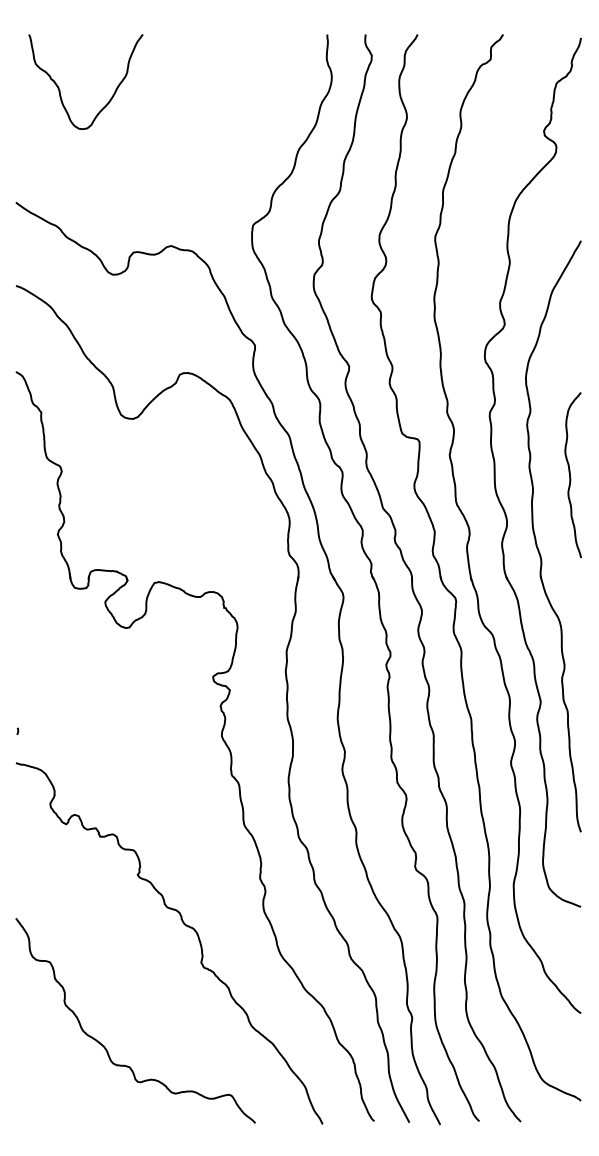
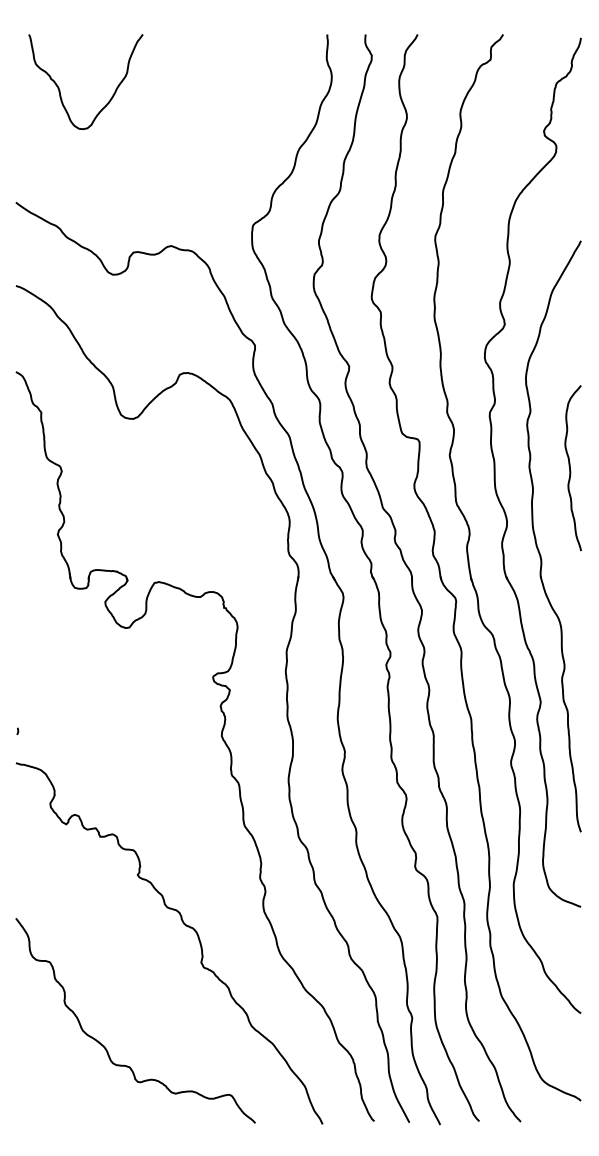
curve at (570, 475) position: (570, 475) -> (570, 468)
